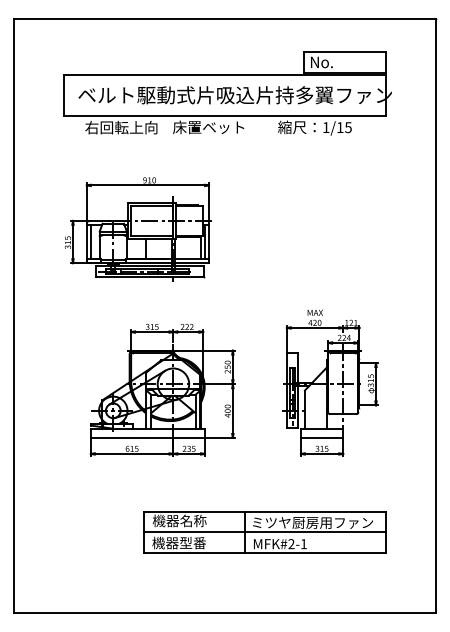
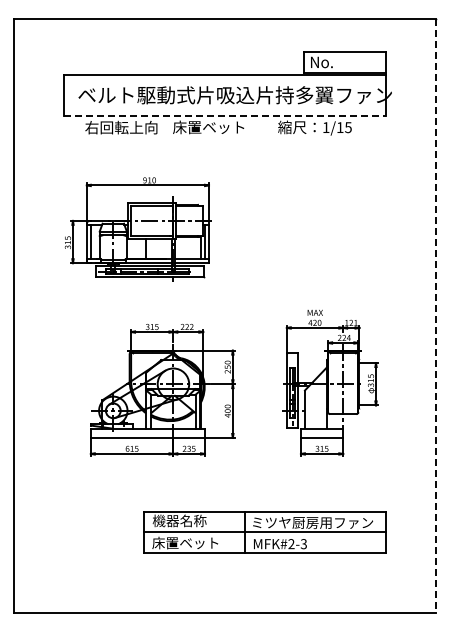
line at (225, 115): solid -> dashed
line at (436, 316): solid -> dashed
text at (185, 542): 機器型番 -> 床置ベット
text at (303, 544): MFK#2-1 -> MFK#2-3
